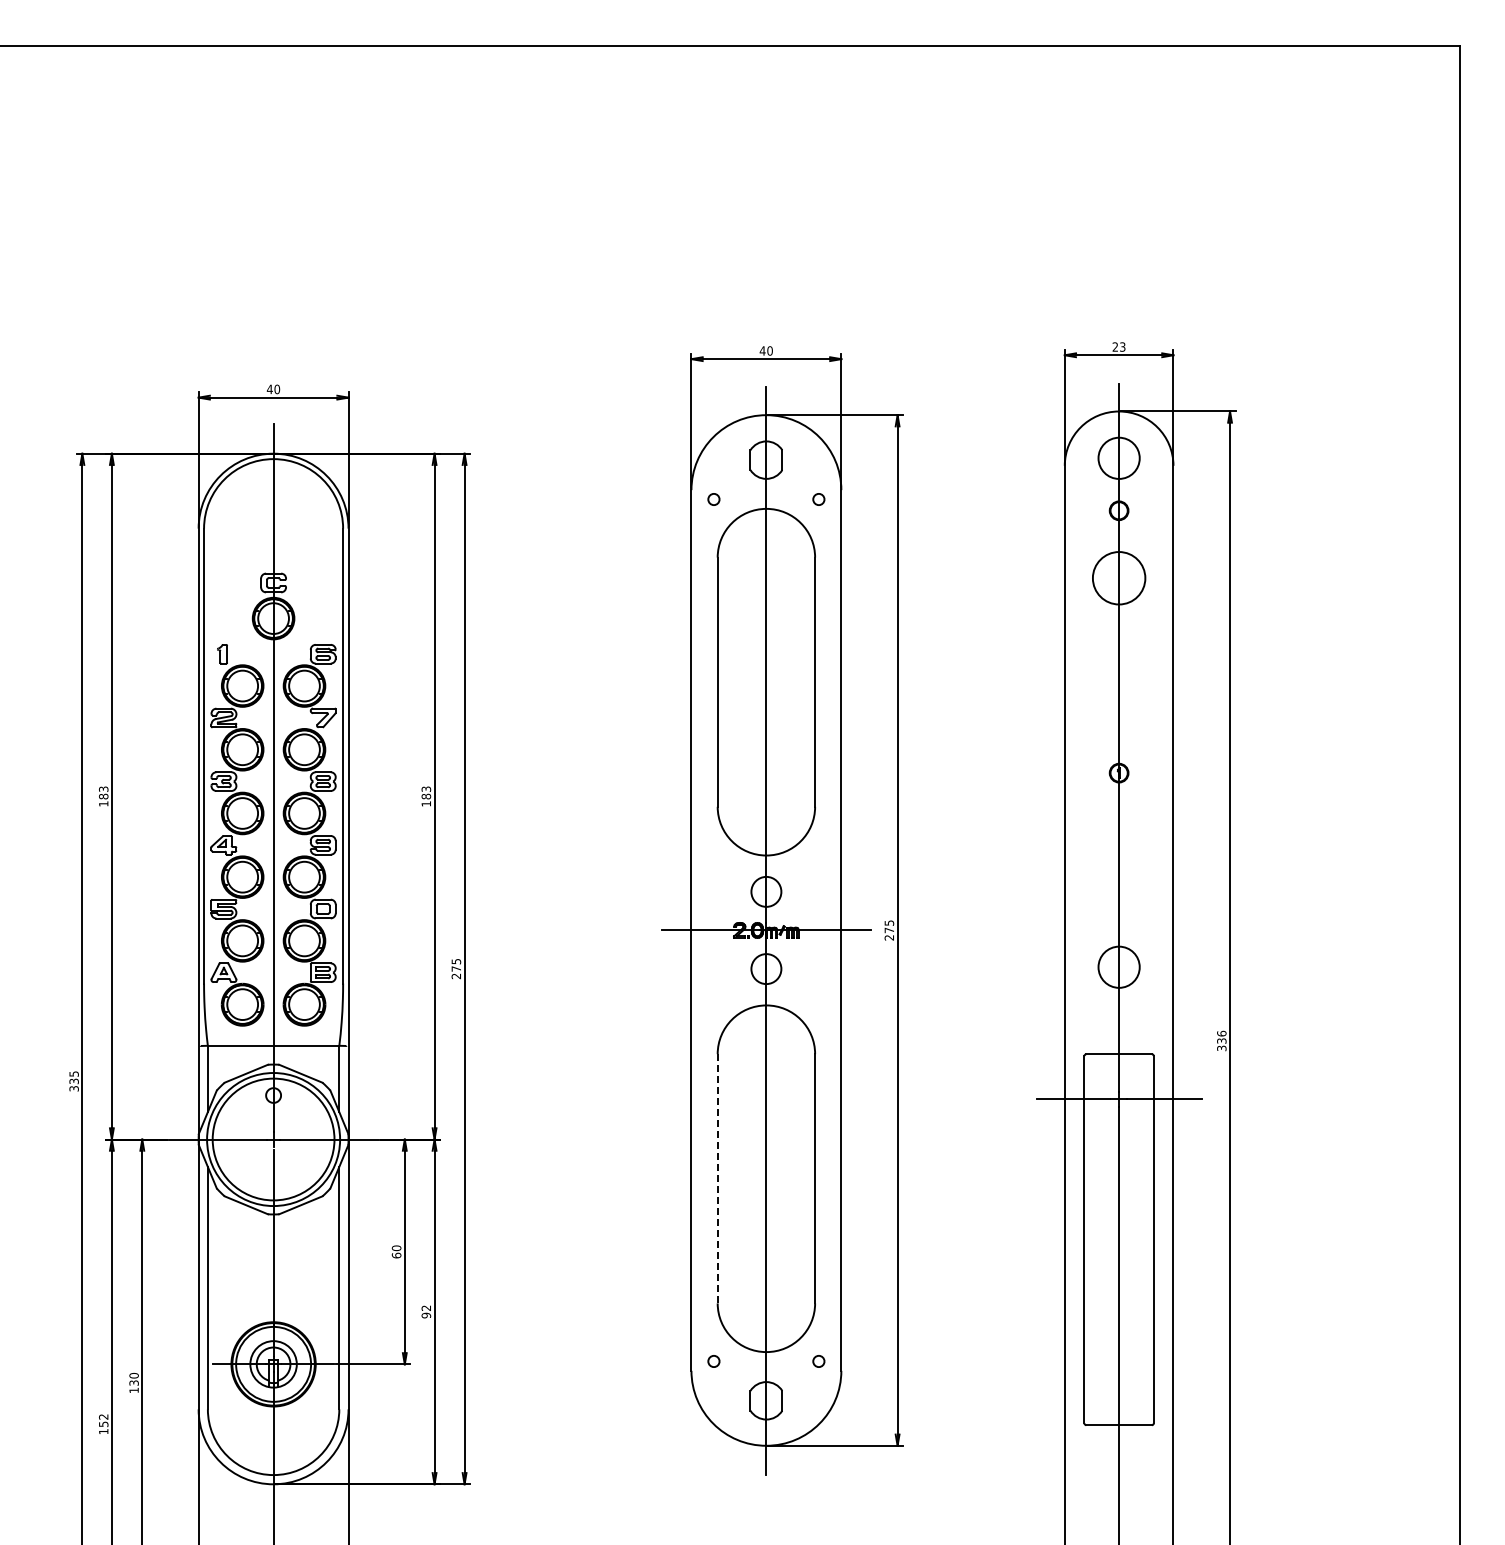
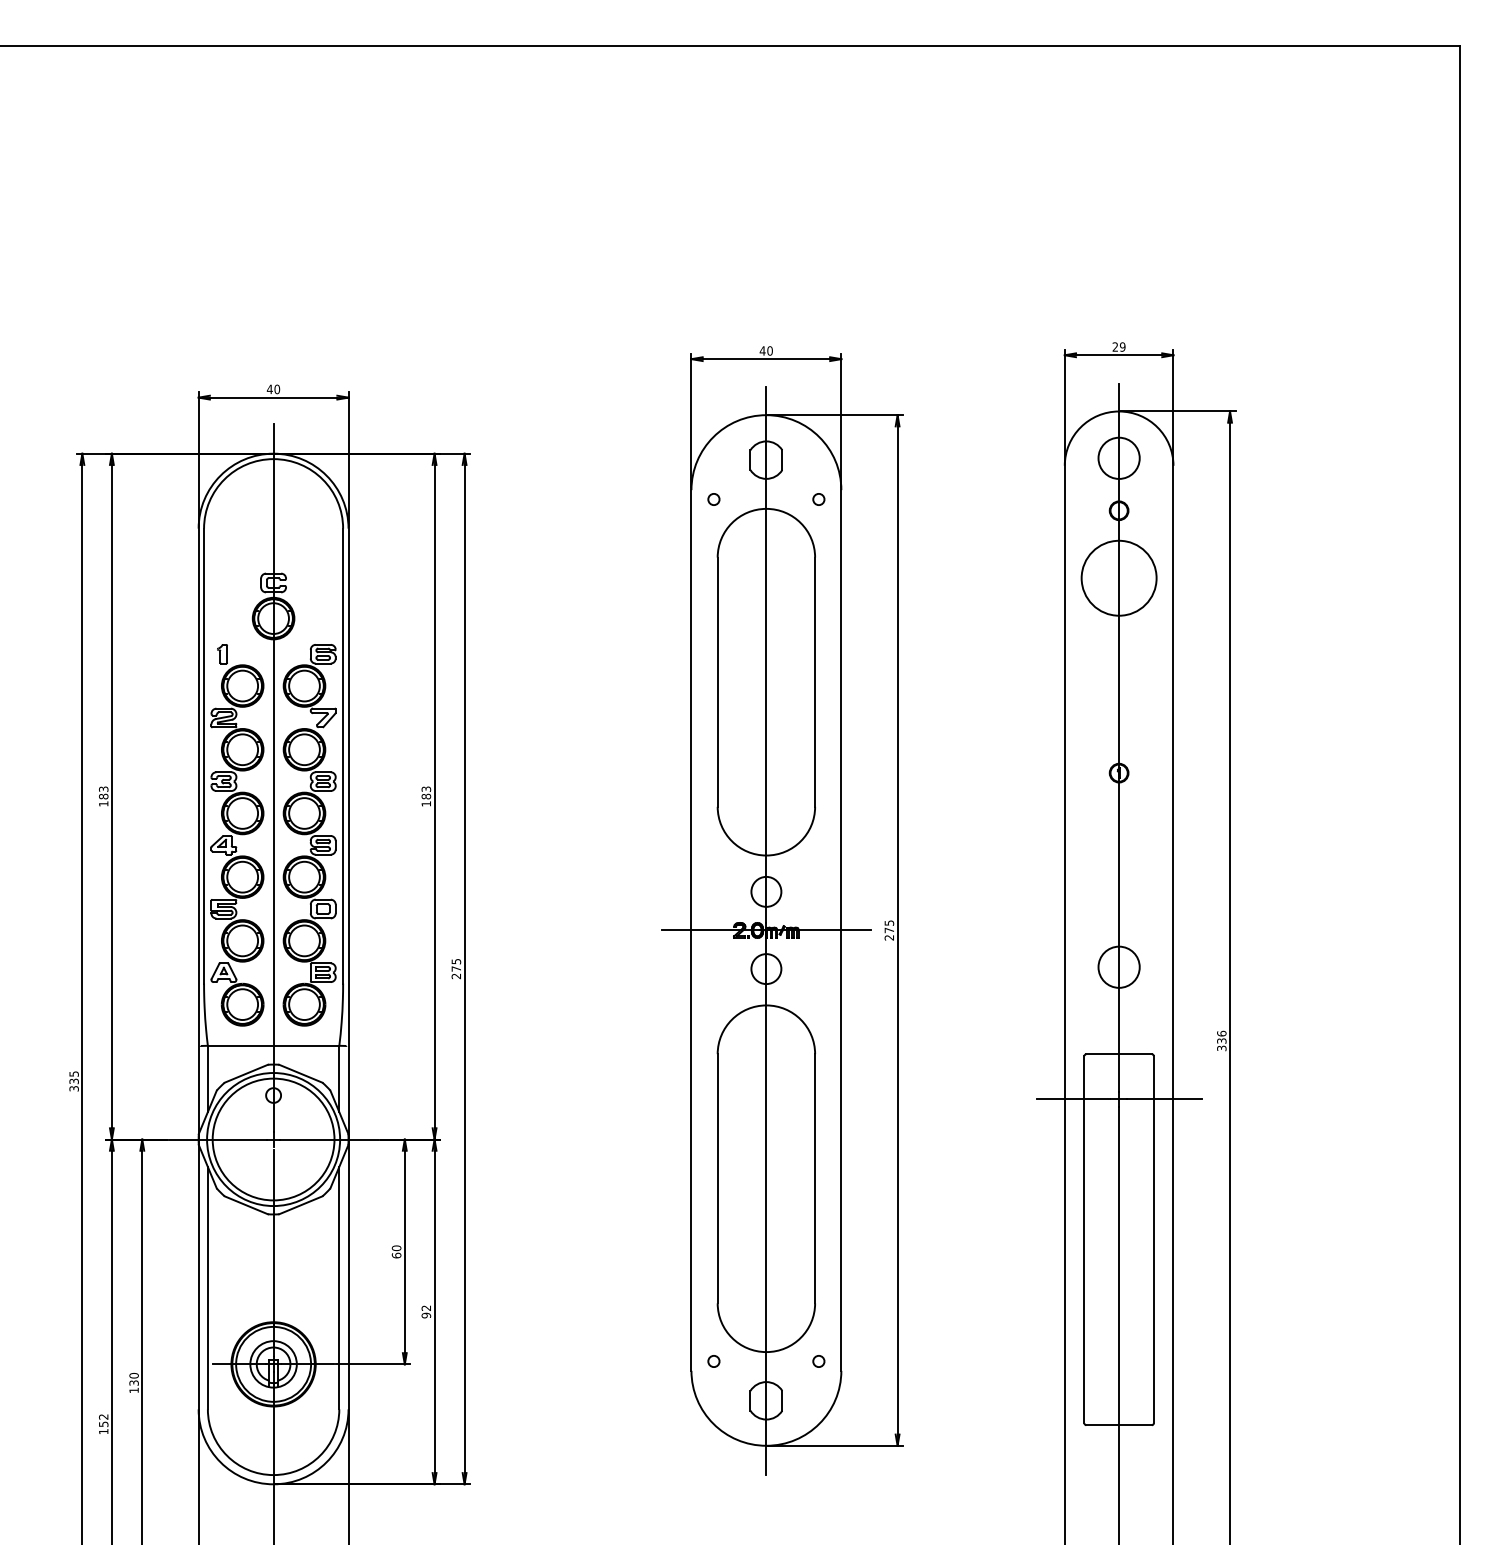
text at (1122, 346): 23 -> 29
circle at (1118, 578) diameter: 52 px -> 75 px
line at (717, 1178): dashed -> solid
